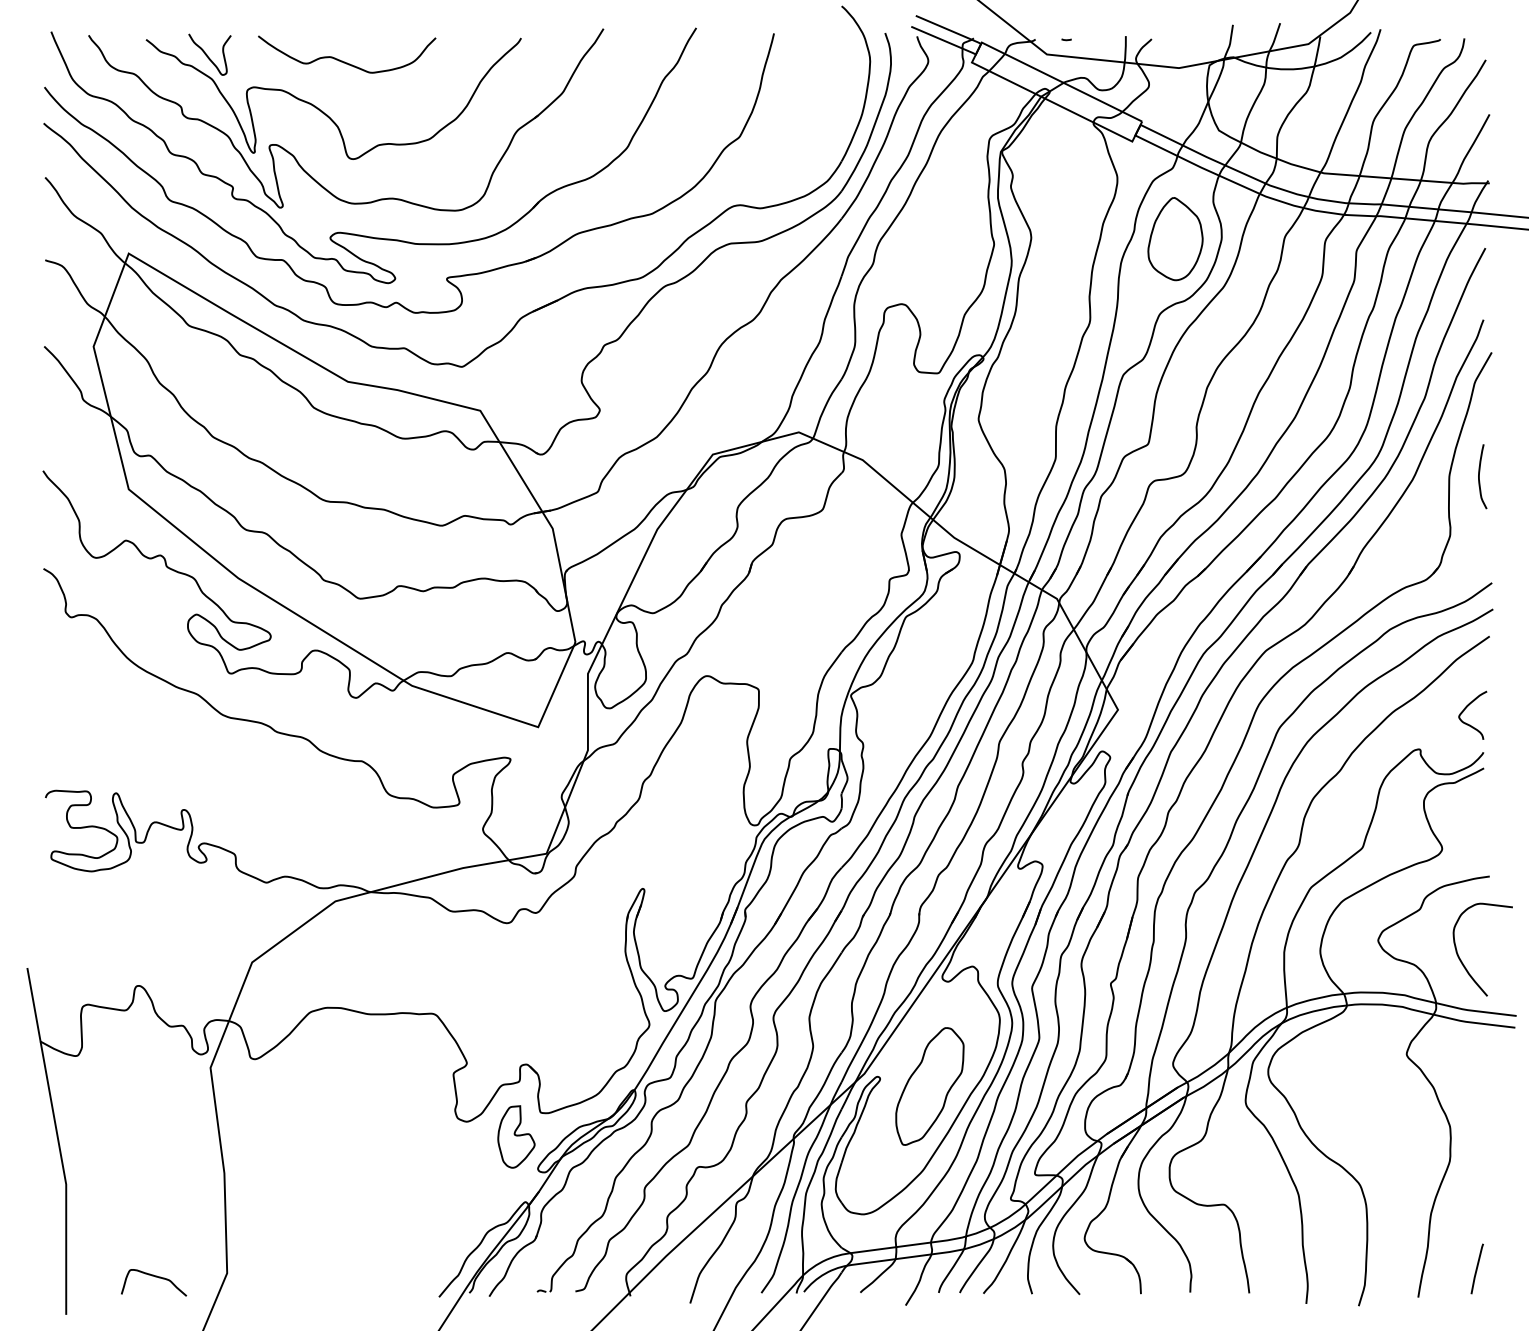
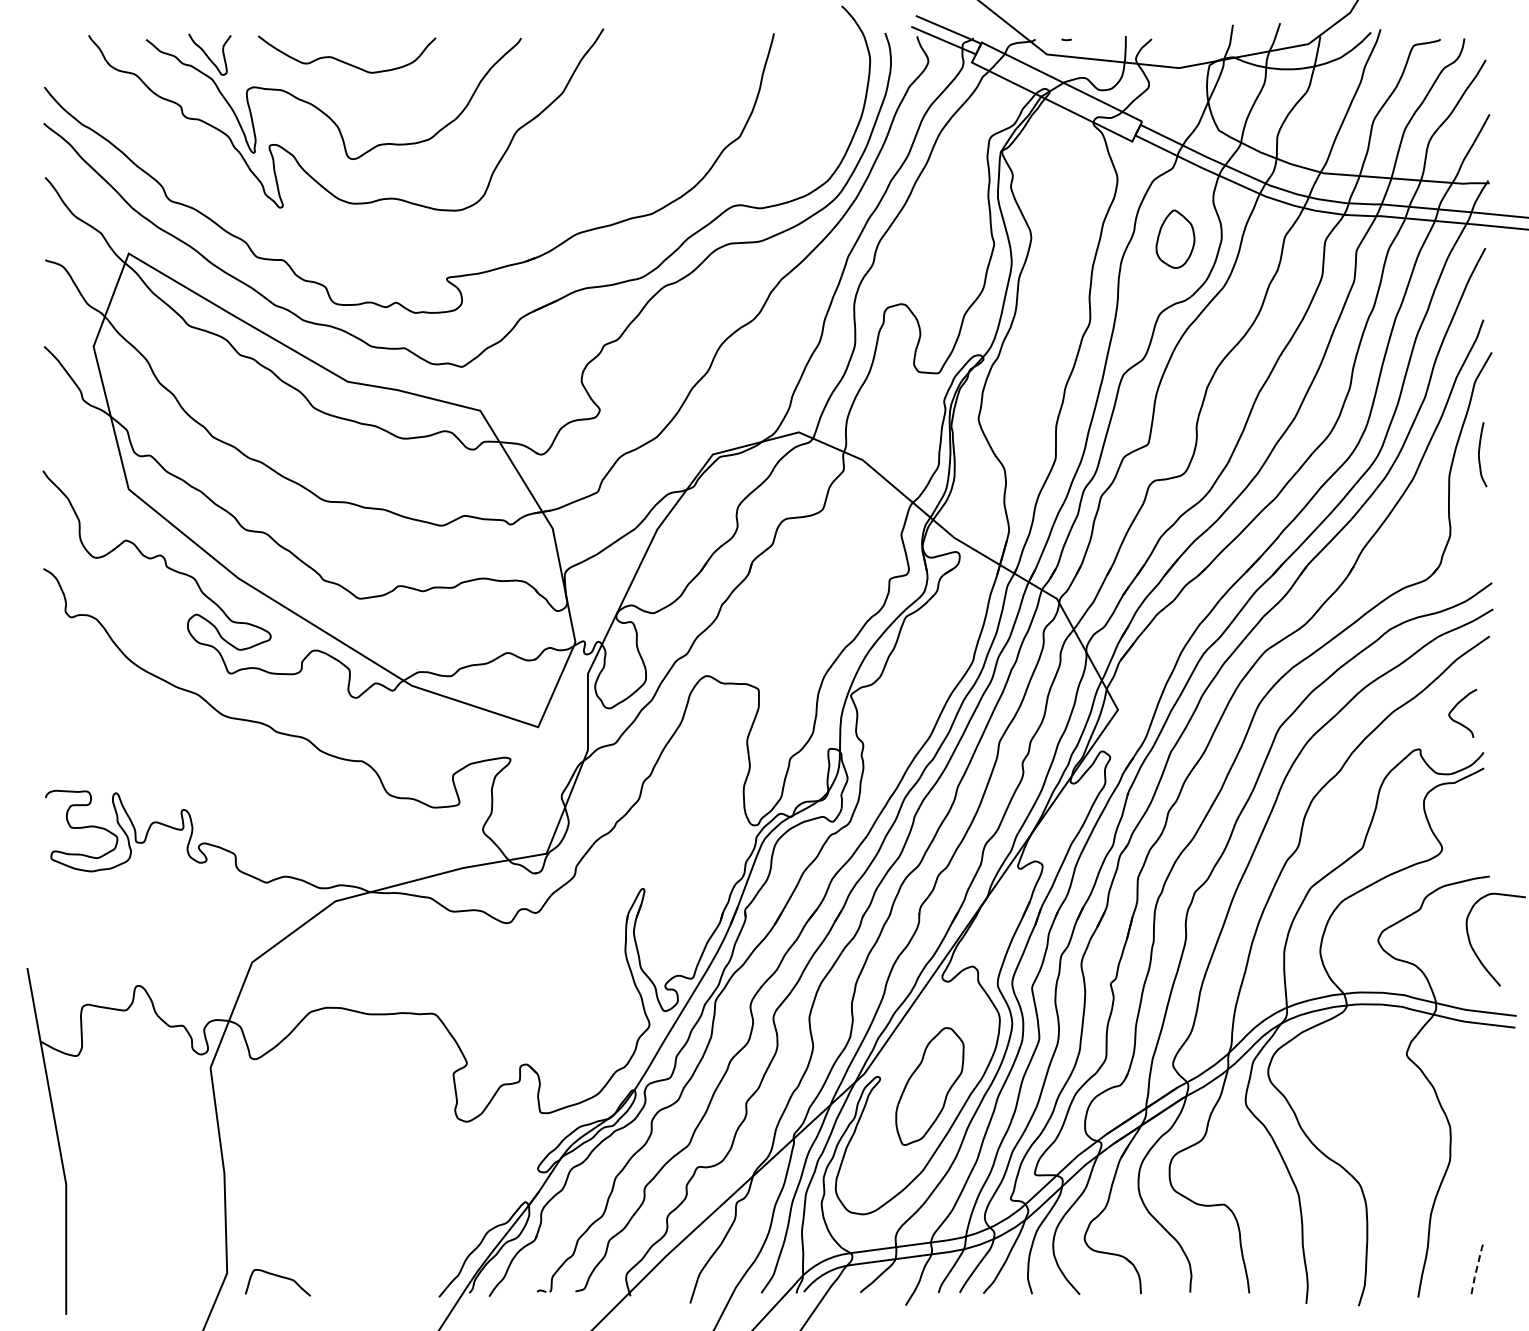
part at (360, 234): present -> none
part at (1175, 239) size: 57x85 px -> 41x60 px
curve at (1479, 476) position: (1479, 476) -> (1479, 454)
curve at (1466, 708) position: (1466, 708) -> (1456, 706)
curve at (1461, 959) position: (1461, 959) -> (1474, 949)
part at (516, 1136): present -> none
line at (1476, 1268): solid -> dashed
curve at (155, 1277) position: (155, 1277) -> (279, 1277)
